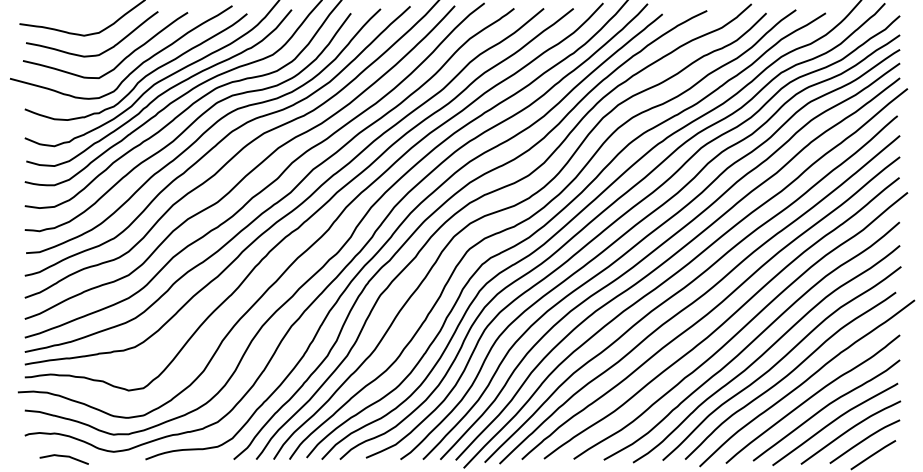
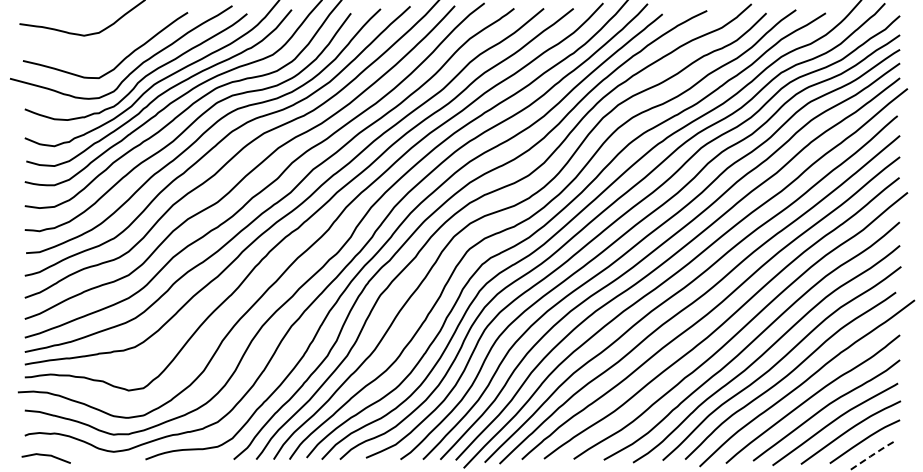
curve at (104, 50): present -> none
line at (873, 454): solid -> dashed
curve at (64, 457) position: (64, 457) -> (46, 456)
